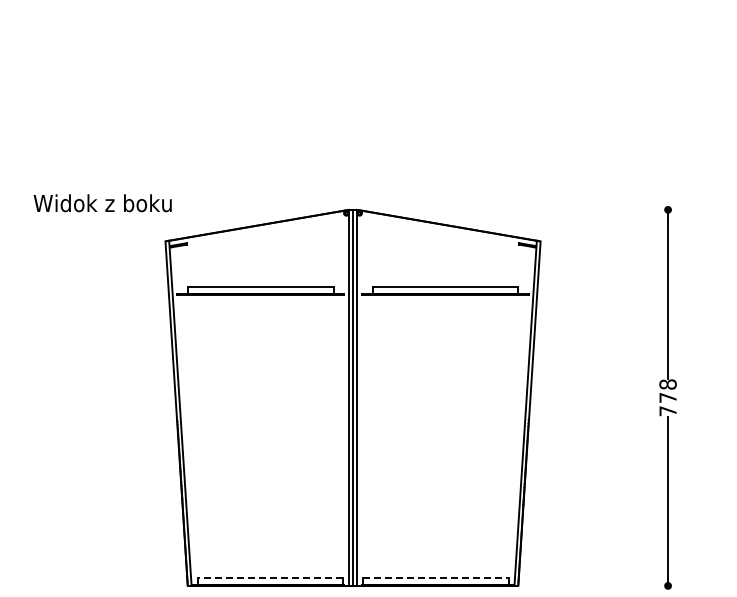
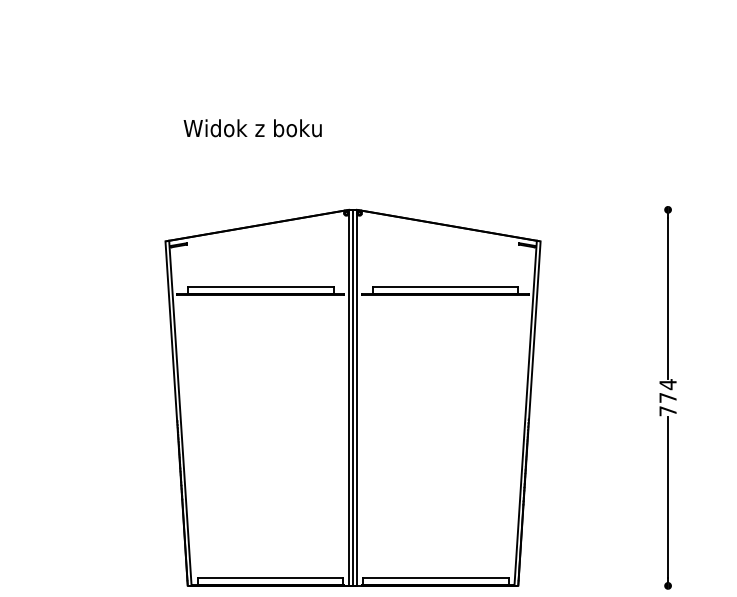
text at (102, 203) position: (102, 203) -> (252, 128)
text at (667, 384): 778 -> 774
line at (270, 577): dashed -> solid
line at (435, 577): dashed -> solid
